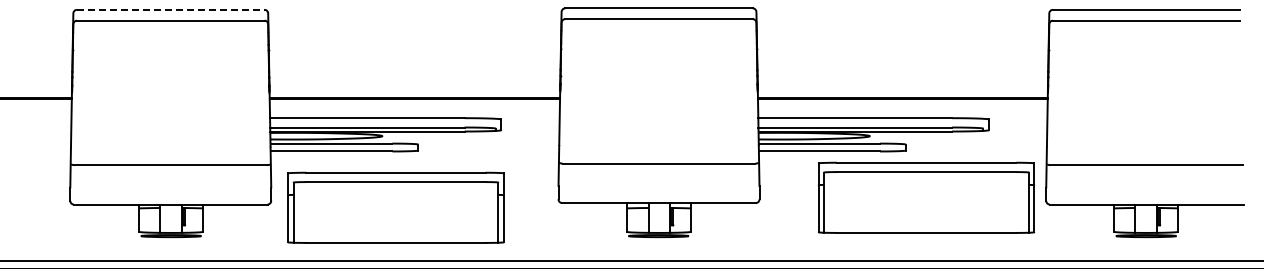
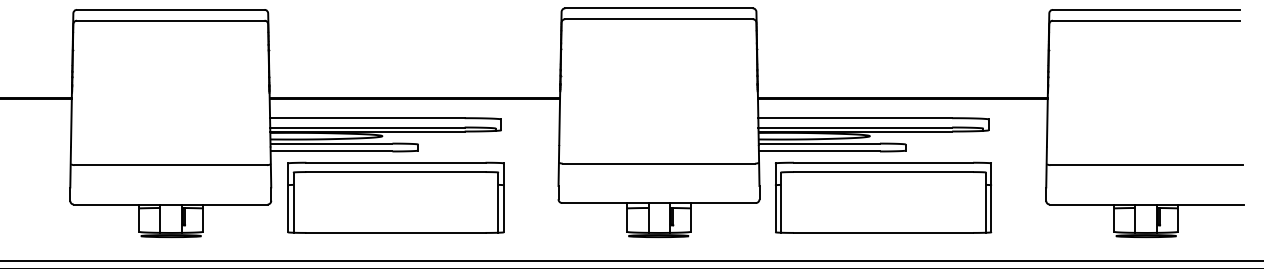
line at (170, 9): dashed -> solid
part at (926, 197) position: (926, 197) -> (883, 197)
part at (395, 207) position: (395, 207) -> (395, 197)
